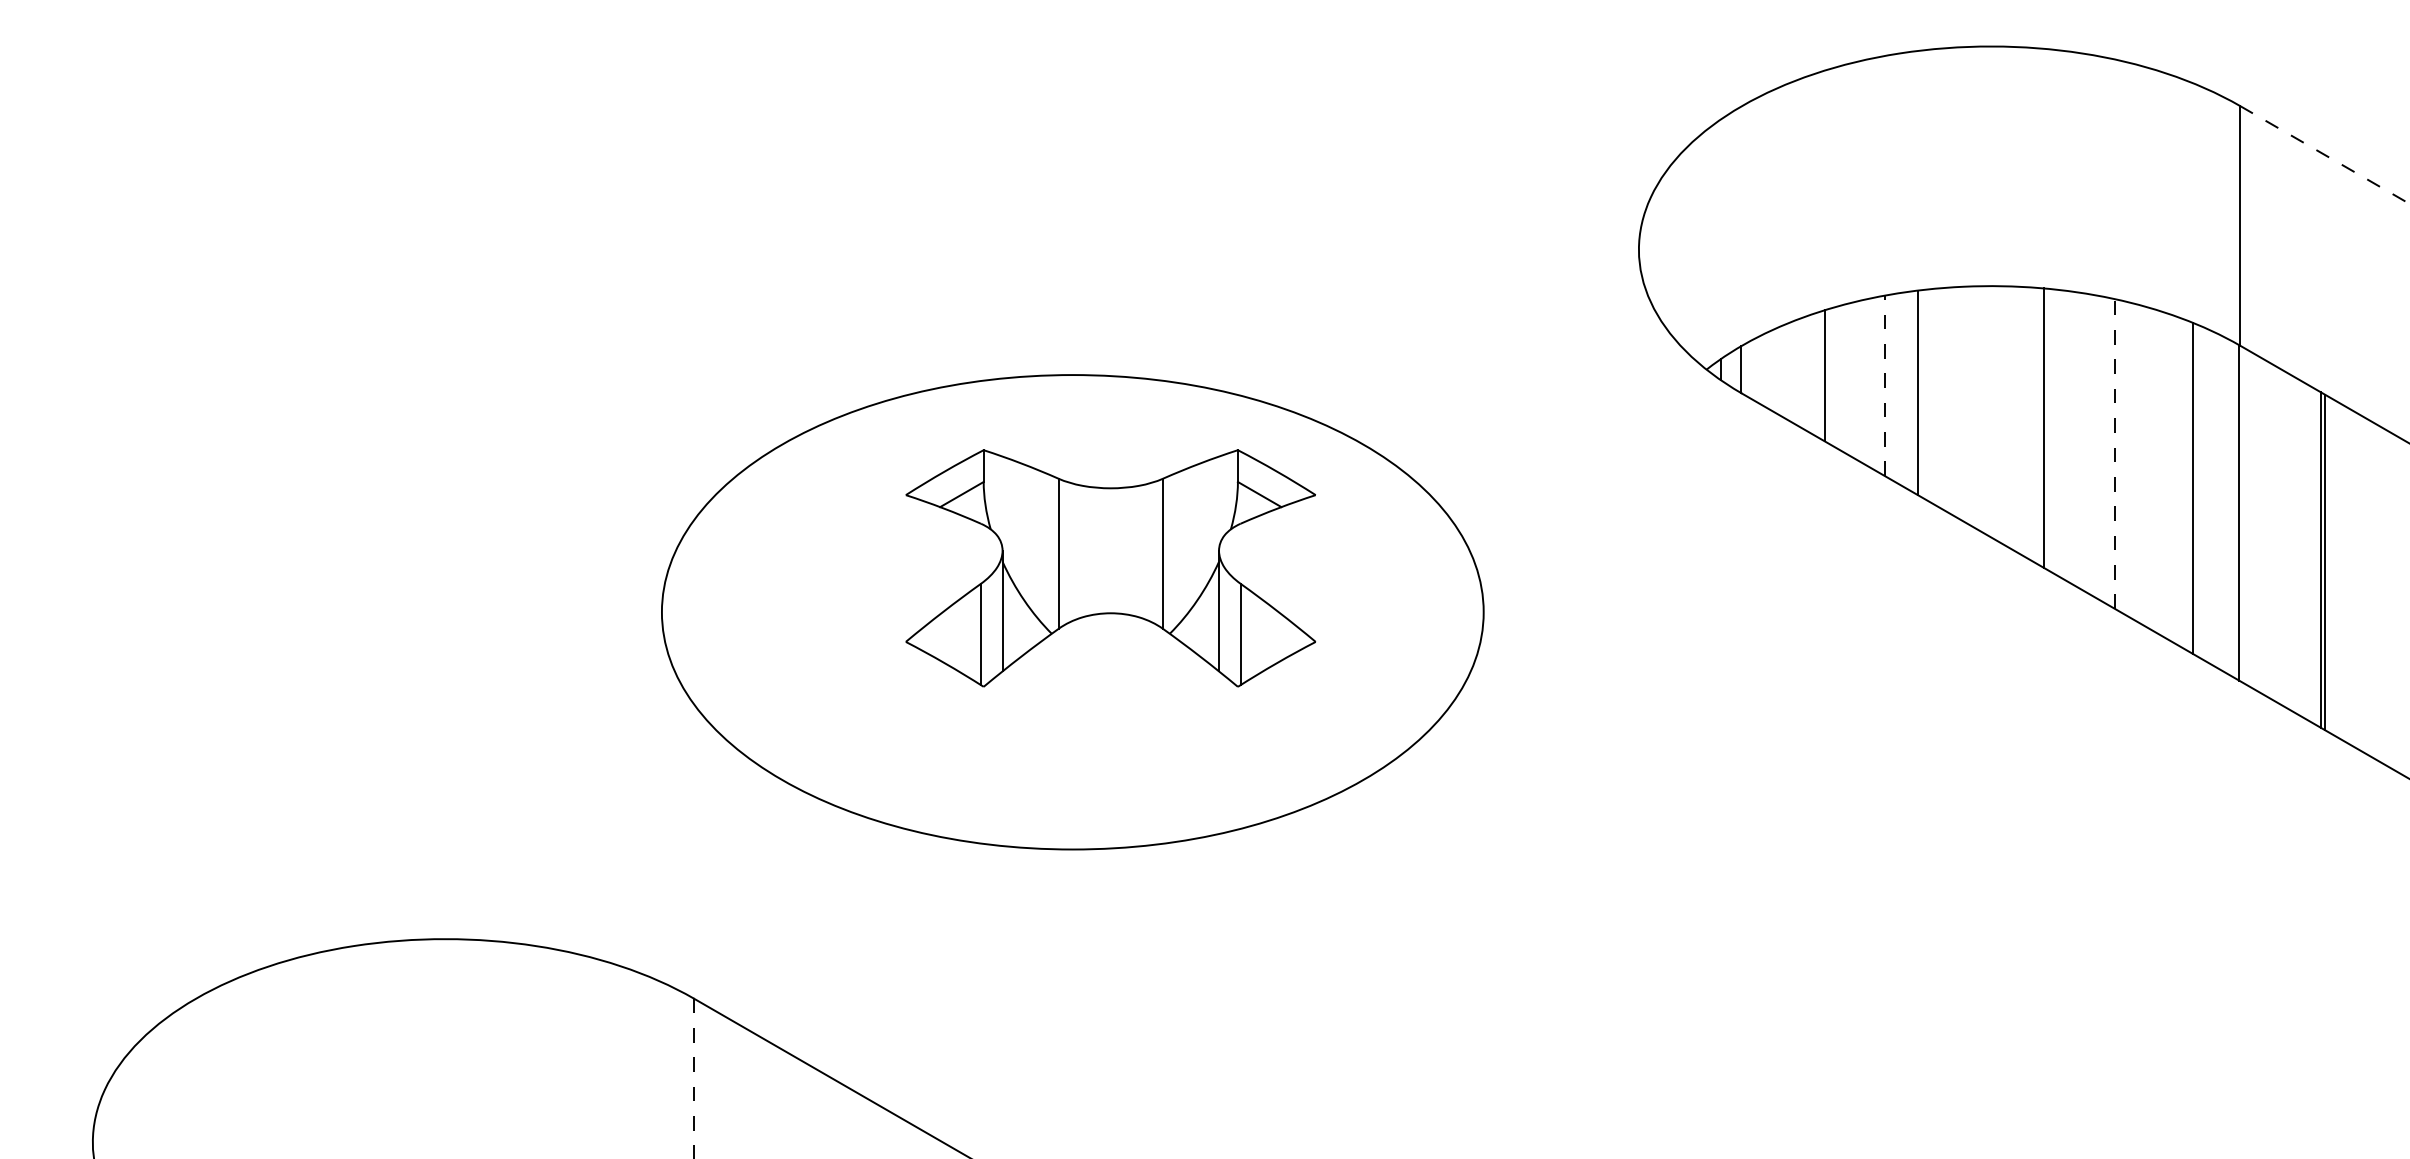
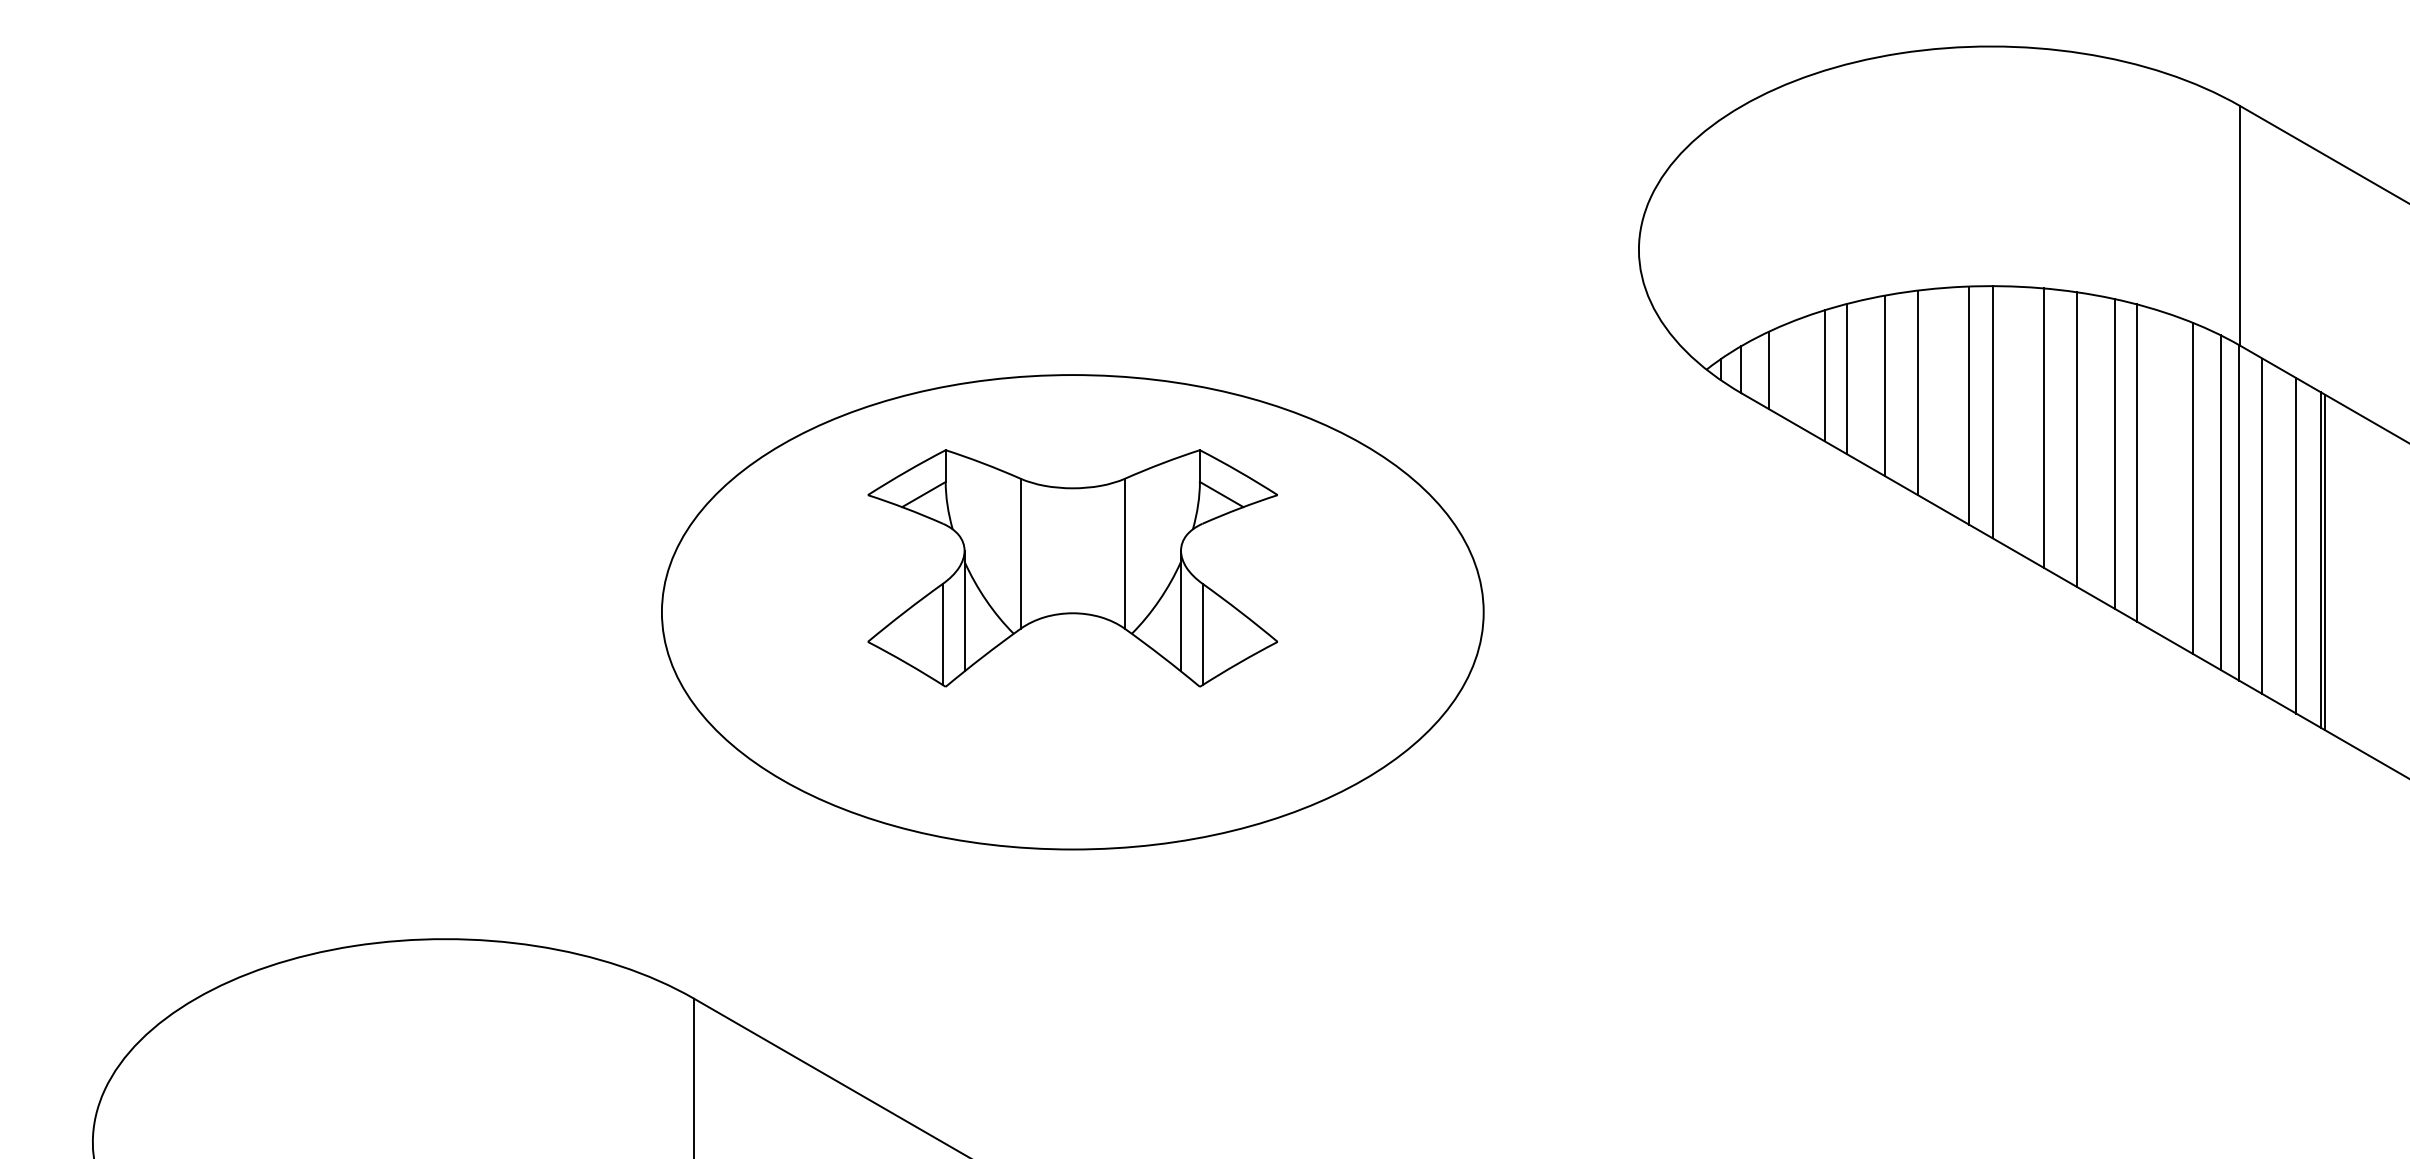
line at (2324, 155): dashed -> solid
line at (1768, 370): none -> present
line at (1846, 378): none -> present
line at (1884, 385): dashed -> solid
line at (1968, 405): none -> present
line at (1992, 412): none -> present
line at (2076, 439): none -> present
line at (2115, 454): dashed -> solid
line at (2136, 462): none -> present
line at (2220, 502): none -> present
line at (2262, 525): none -> present
line at (2296, 545): none -> present
part at (1110, 568) position: (1110, 568) -> (1072, 568)
line at (694, 1078): dashed -> solid
